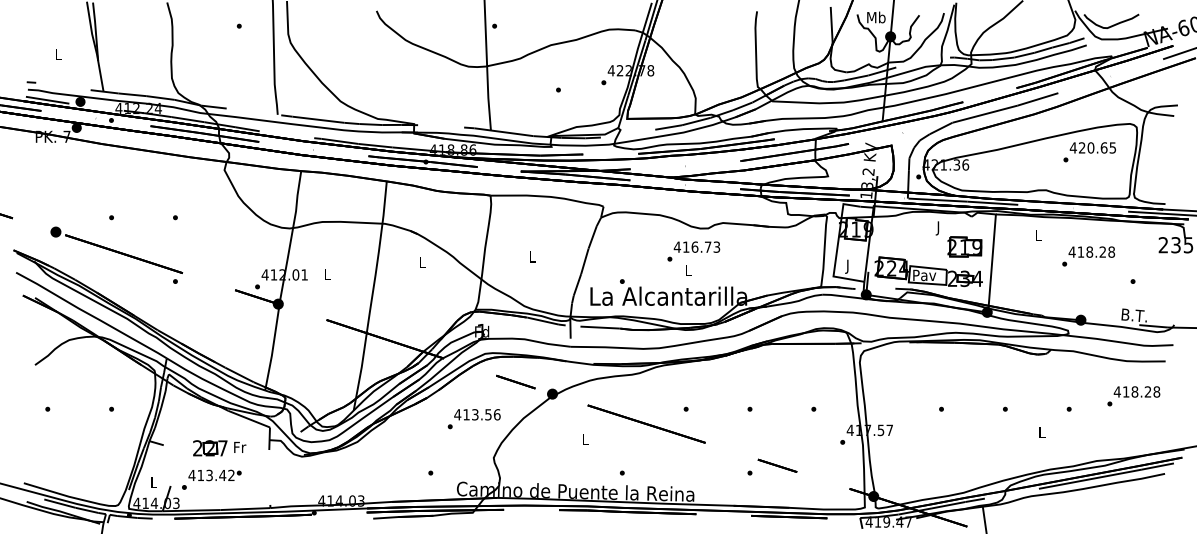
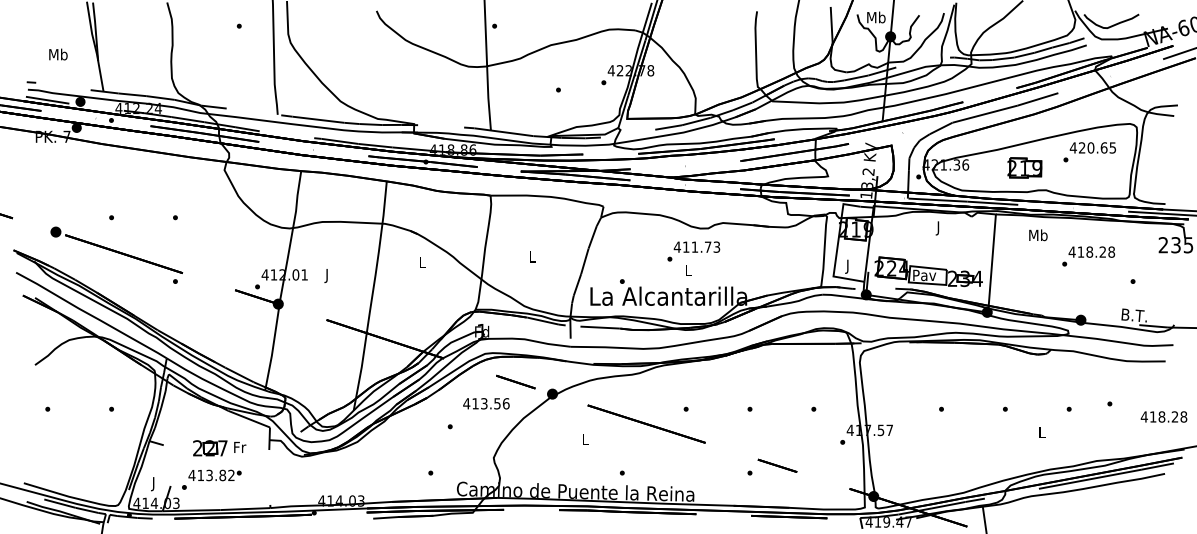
text at (58, 54): L -> Mb
text at (1038, 235): L -> Mb
text at (694, 246): 416.73 -> 411.73
part at (964, 246) position: (964, 246) -> (1024, 167)
text at (327, 276): L -> J
text at (1136, 391) position: (1136, 391) -> (1163, 416)
text at (477, 414) position: (477, 414) -> (486, 403)
text at (222, 475): 413.42 -> 413.82
text at (153, 484): L -> J
